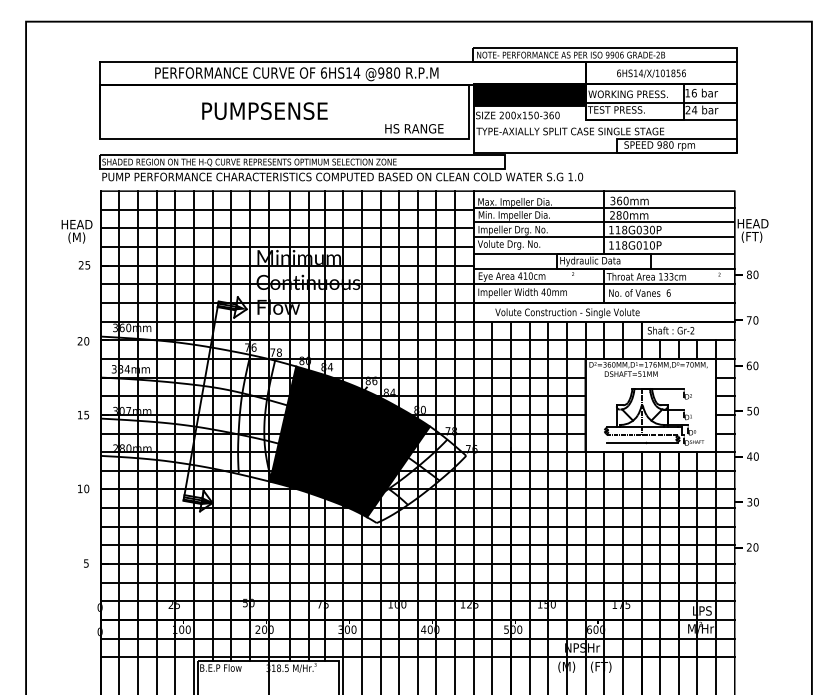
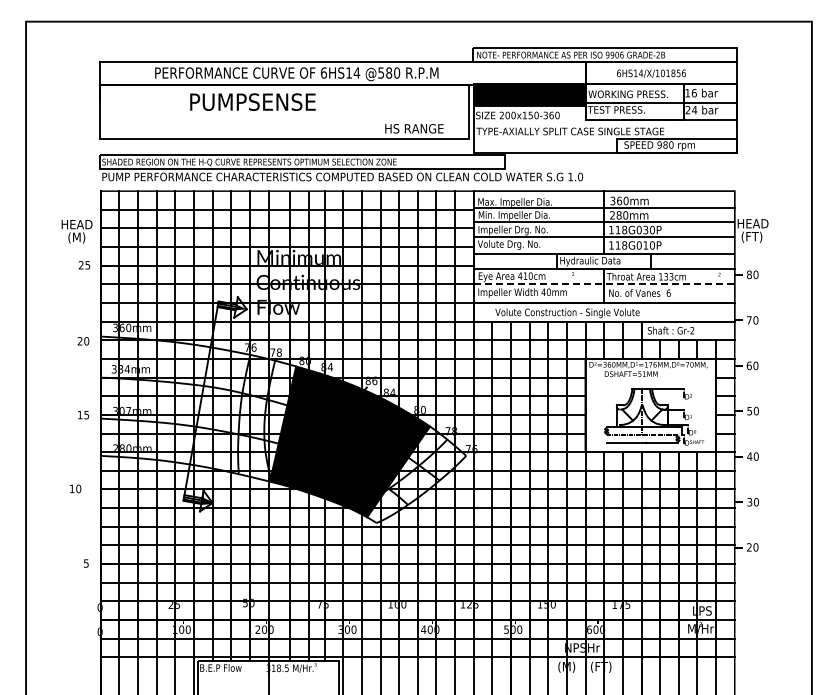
text at (381, 72): @980 -> @580
text at (264, 110) position: (264, 110) -> (252, 101)
line at (604, 284): solid -> dashed
text at (83, 488) position: (83, 488) -> (75, 488)
